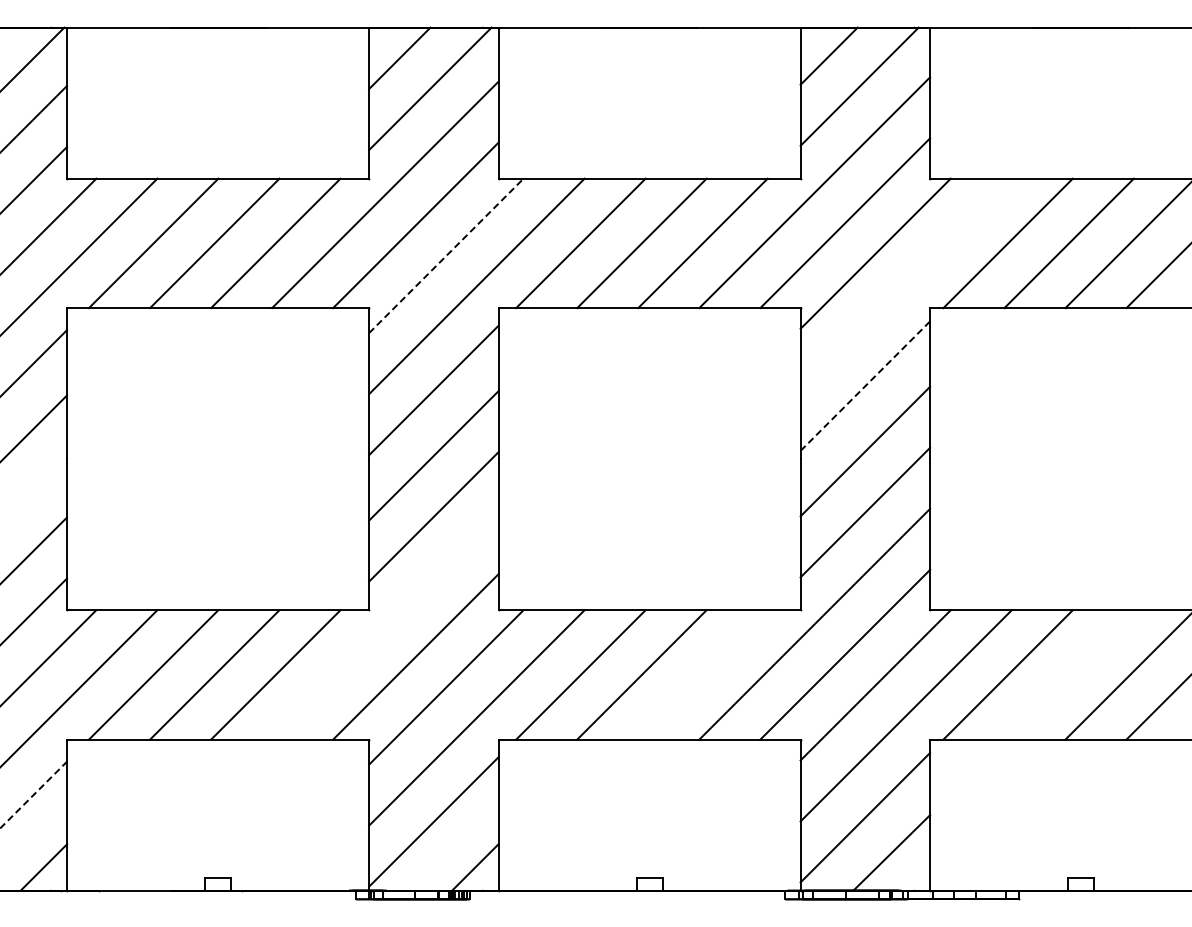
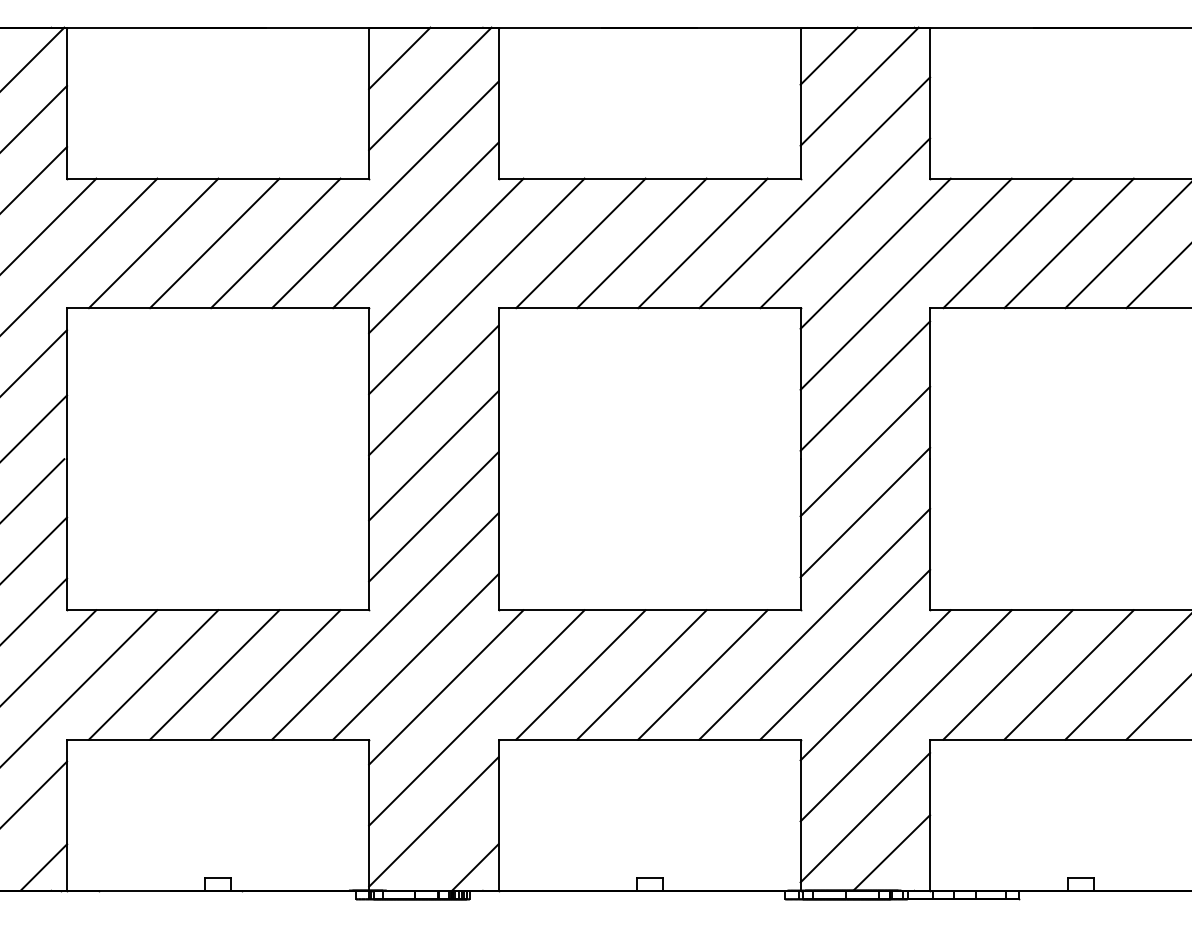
line at (446, 255): dashed -> solid
line at (905, 283): none -> present
line at (865, 386): dashed -> solid
line at (33, 490): none -> present
line at (385, 626): none -> present
line at (702, 674): none -> present
line at (1068, 674): none -> present
line at (33, 794): dashed -> solid
